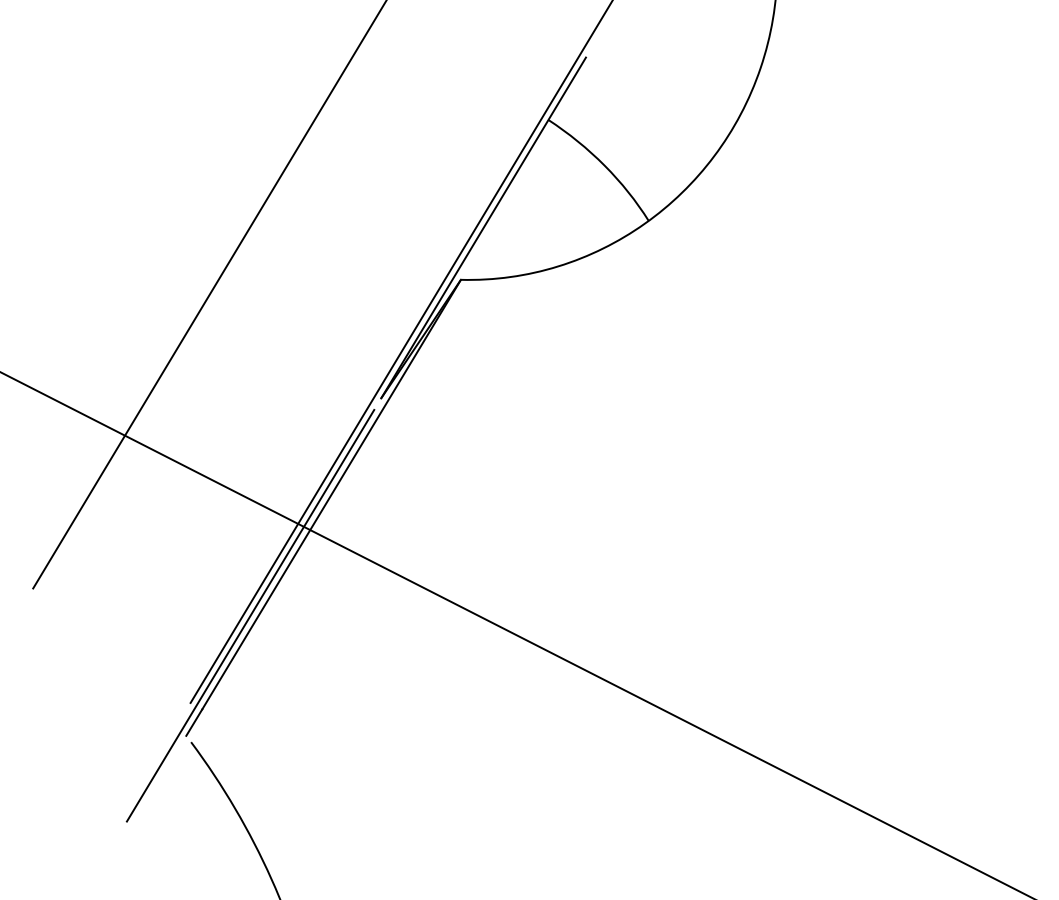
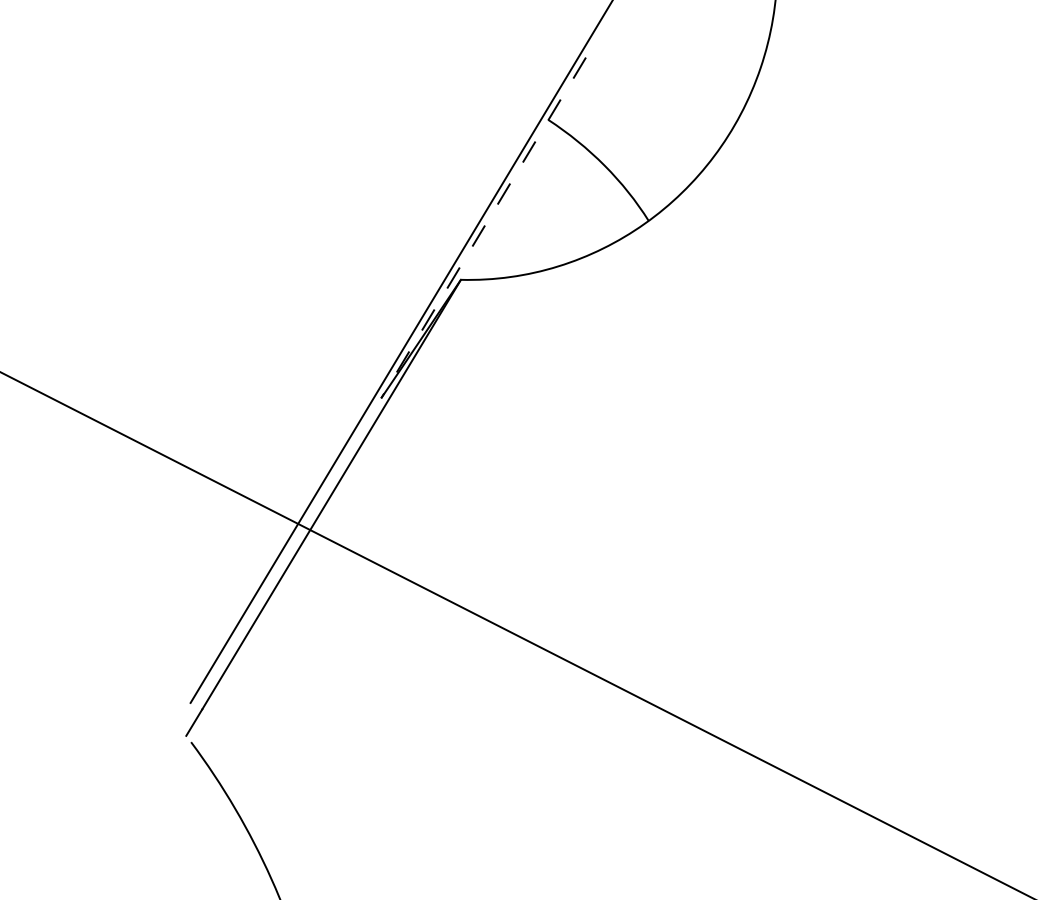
line at (483, 228): solid -> dashed
line at (209, 295): present -> none
line at (250, 615): present -> none
